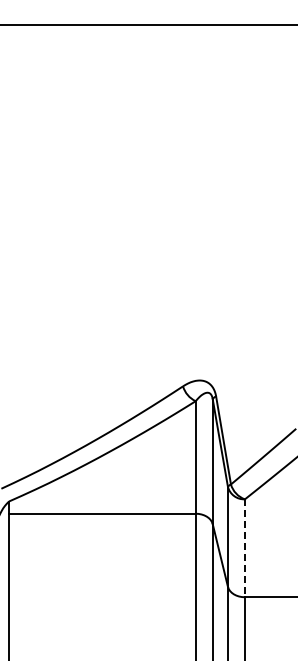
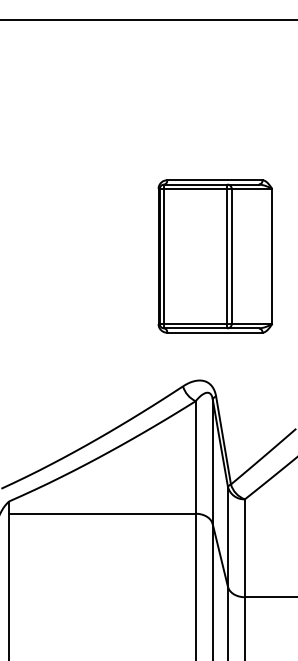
line at (148, 24) position: (148, 24) -> (148, 19)
part at (214, 256): none -> present
line at (244, 548): dashed -> solid
